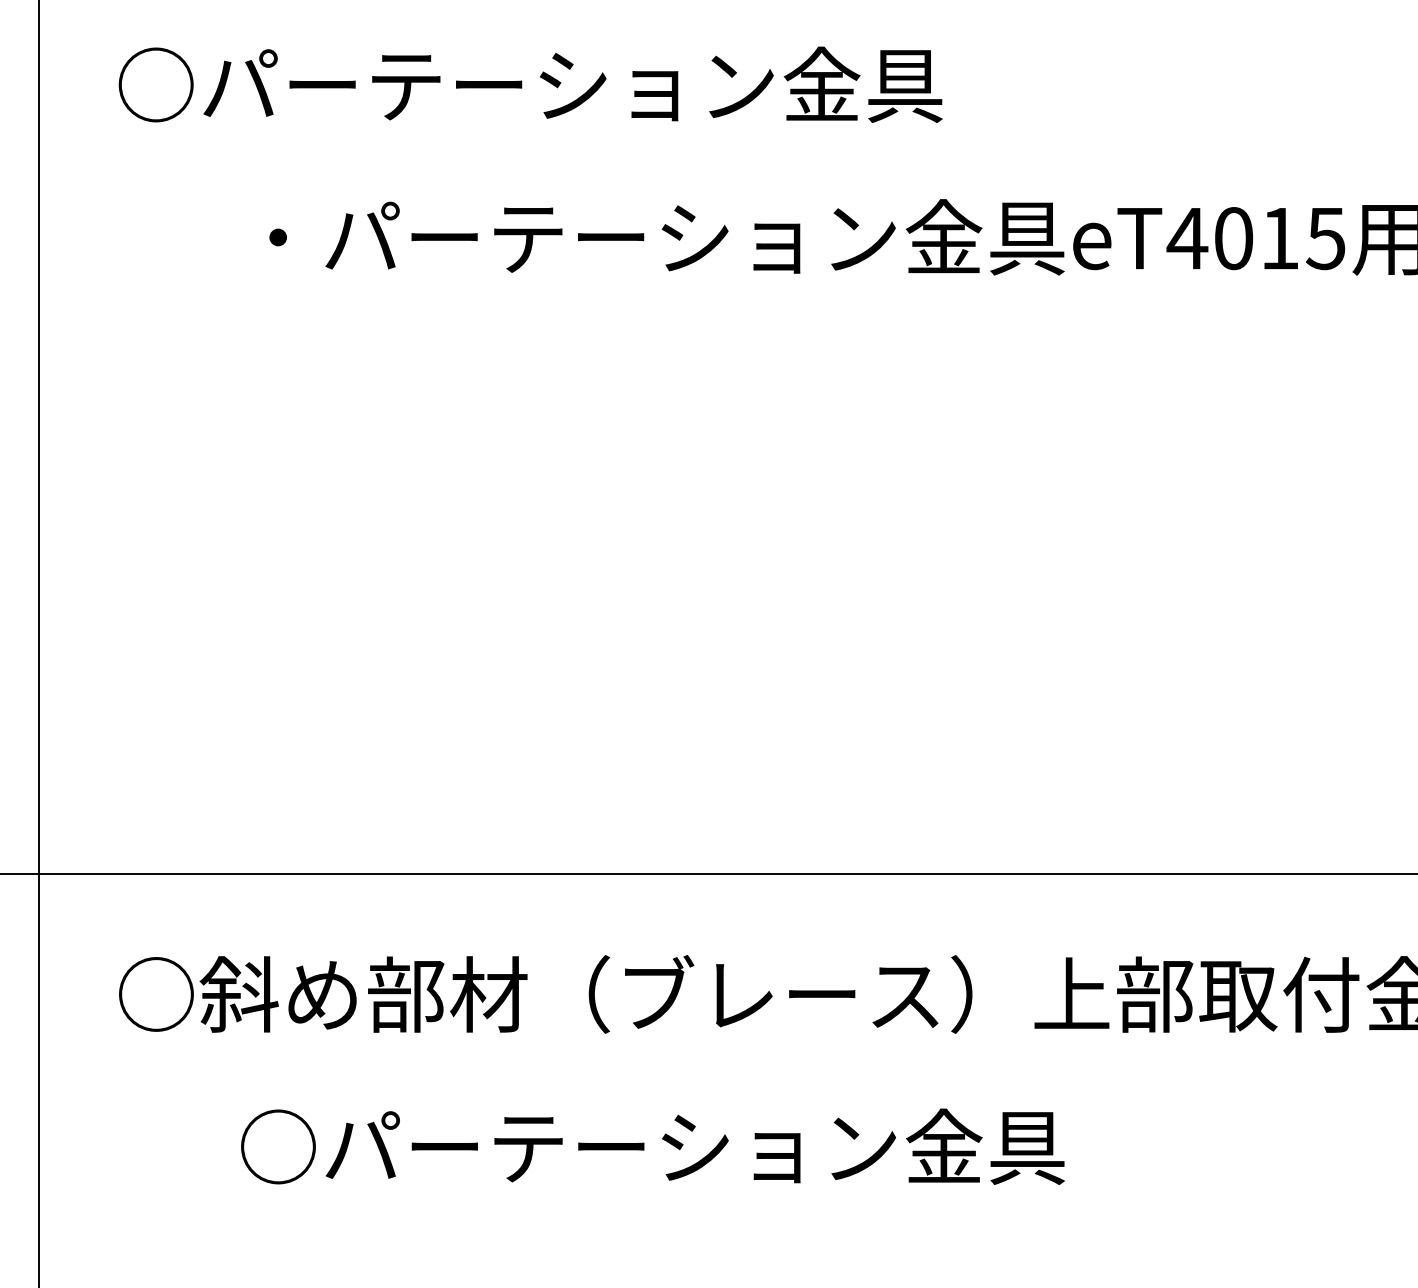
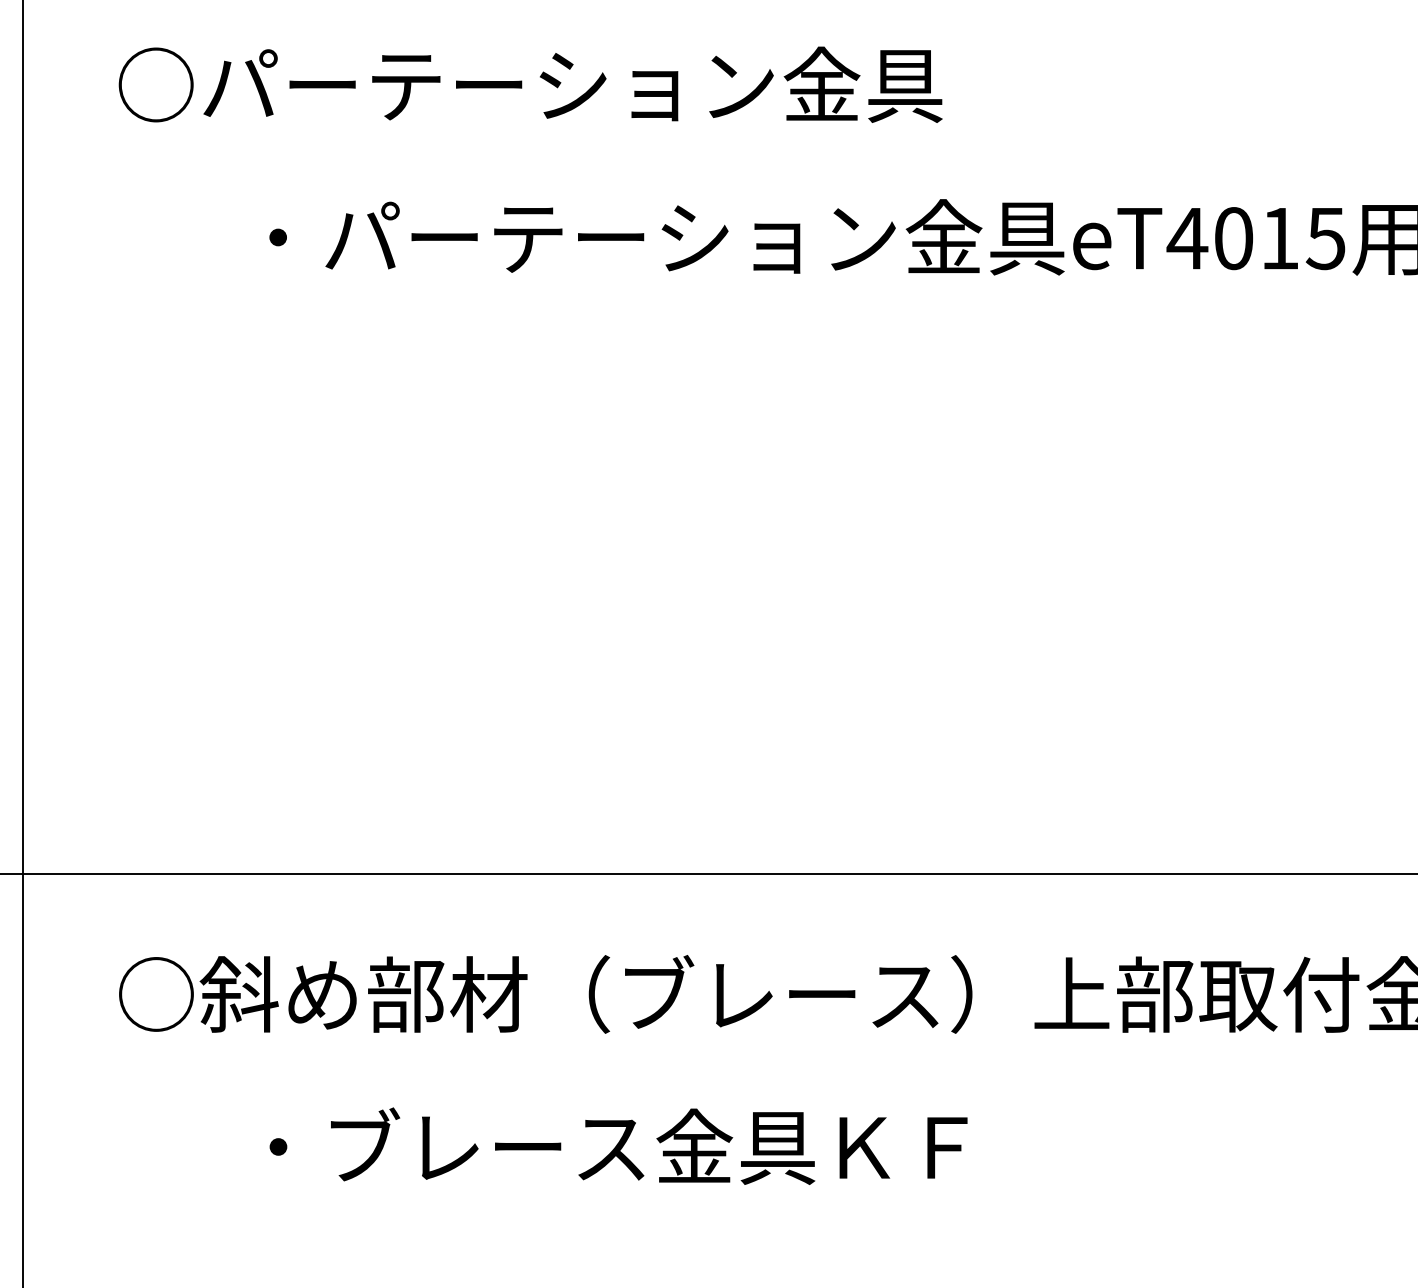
line at (39, 643) position: (39, 643) -> (23, 643)
text at (652, 1146): ○パーテーション金具 -> ・ブレース金具ＫＦ
